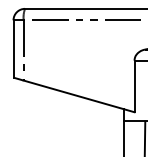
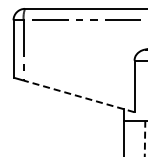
line at (79, 96): solid -> dashed
line at (145, 139): solid -> dashed
